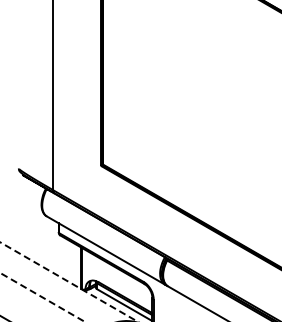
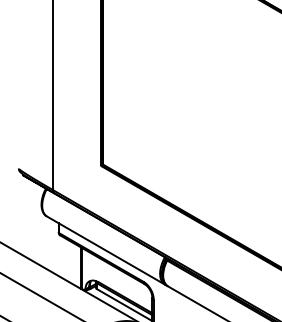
line at (69, 282): dashed -> solid
line at (43, 297): dashed -> solid
